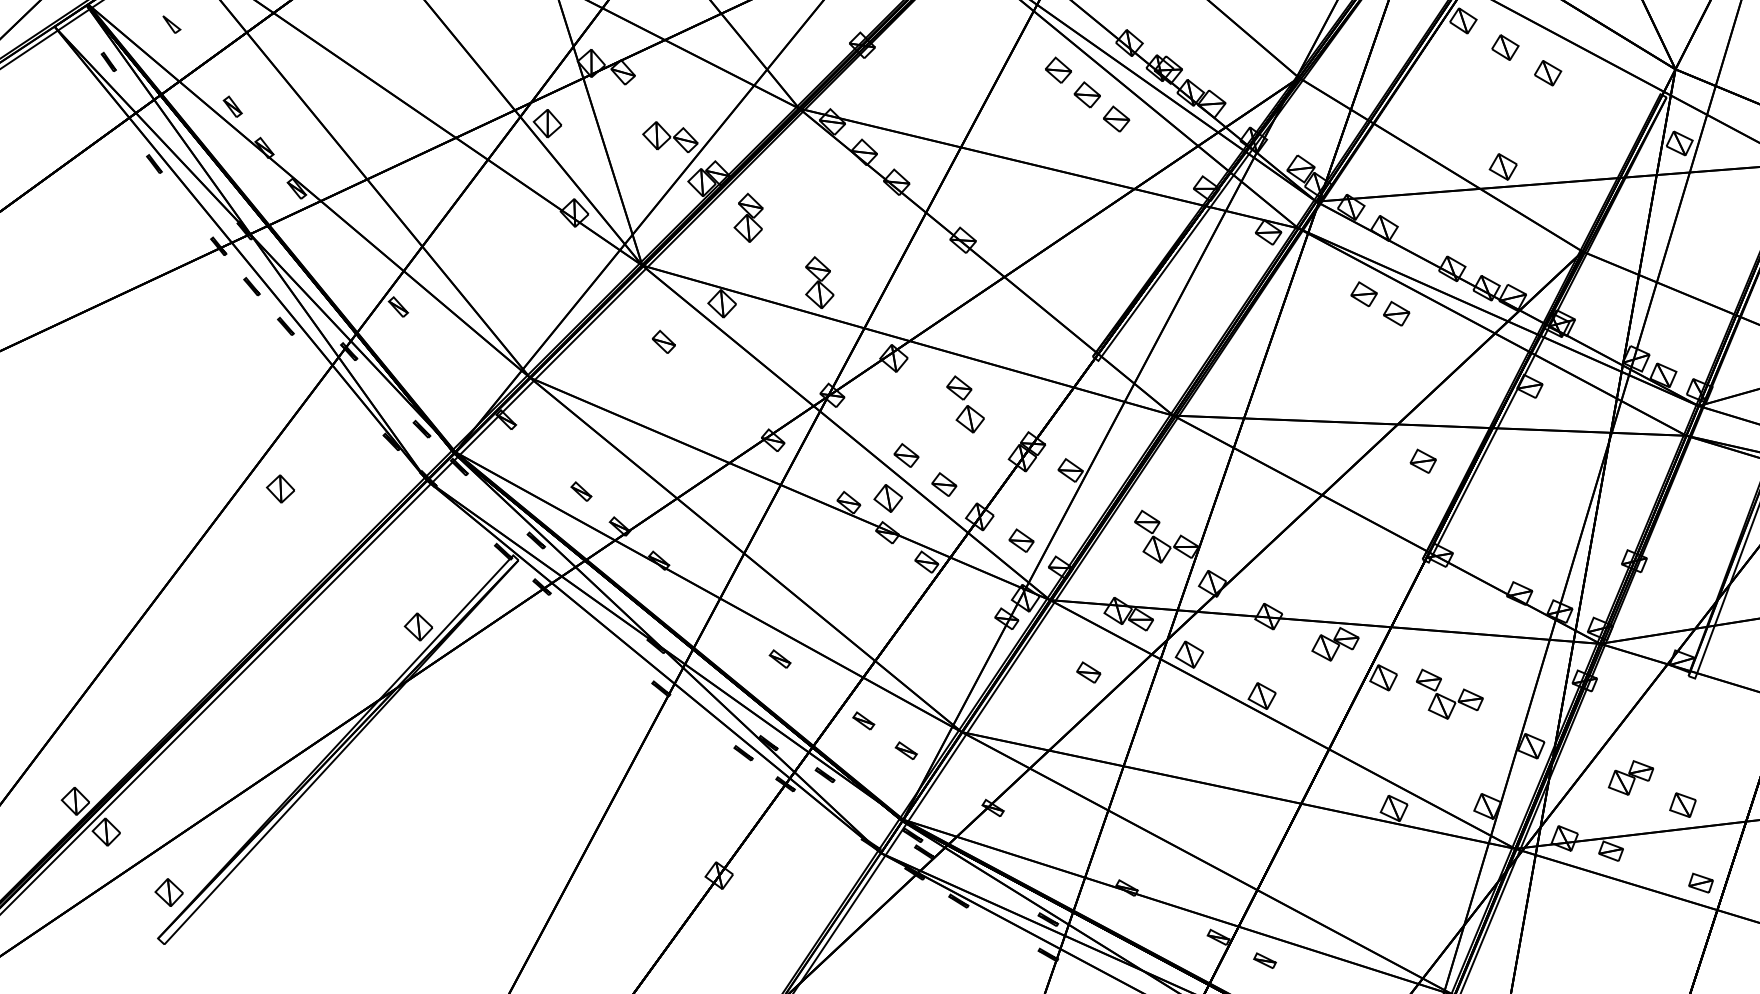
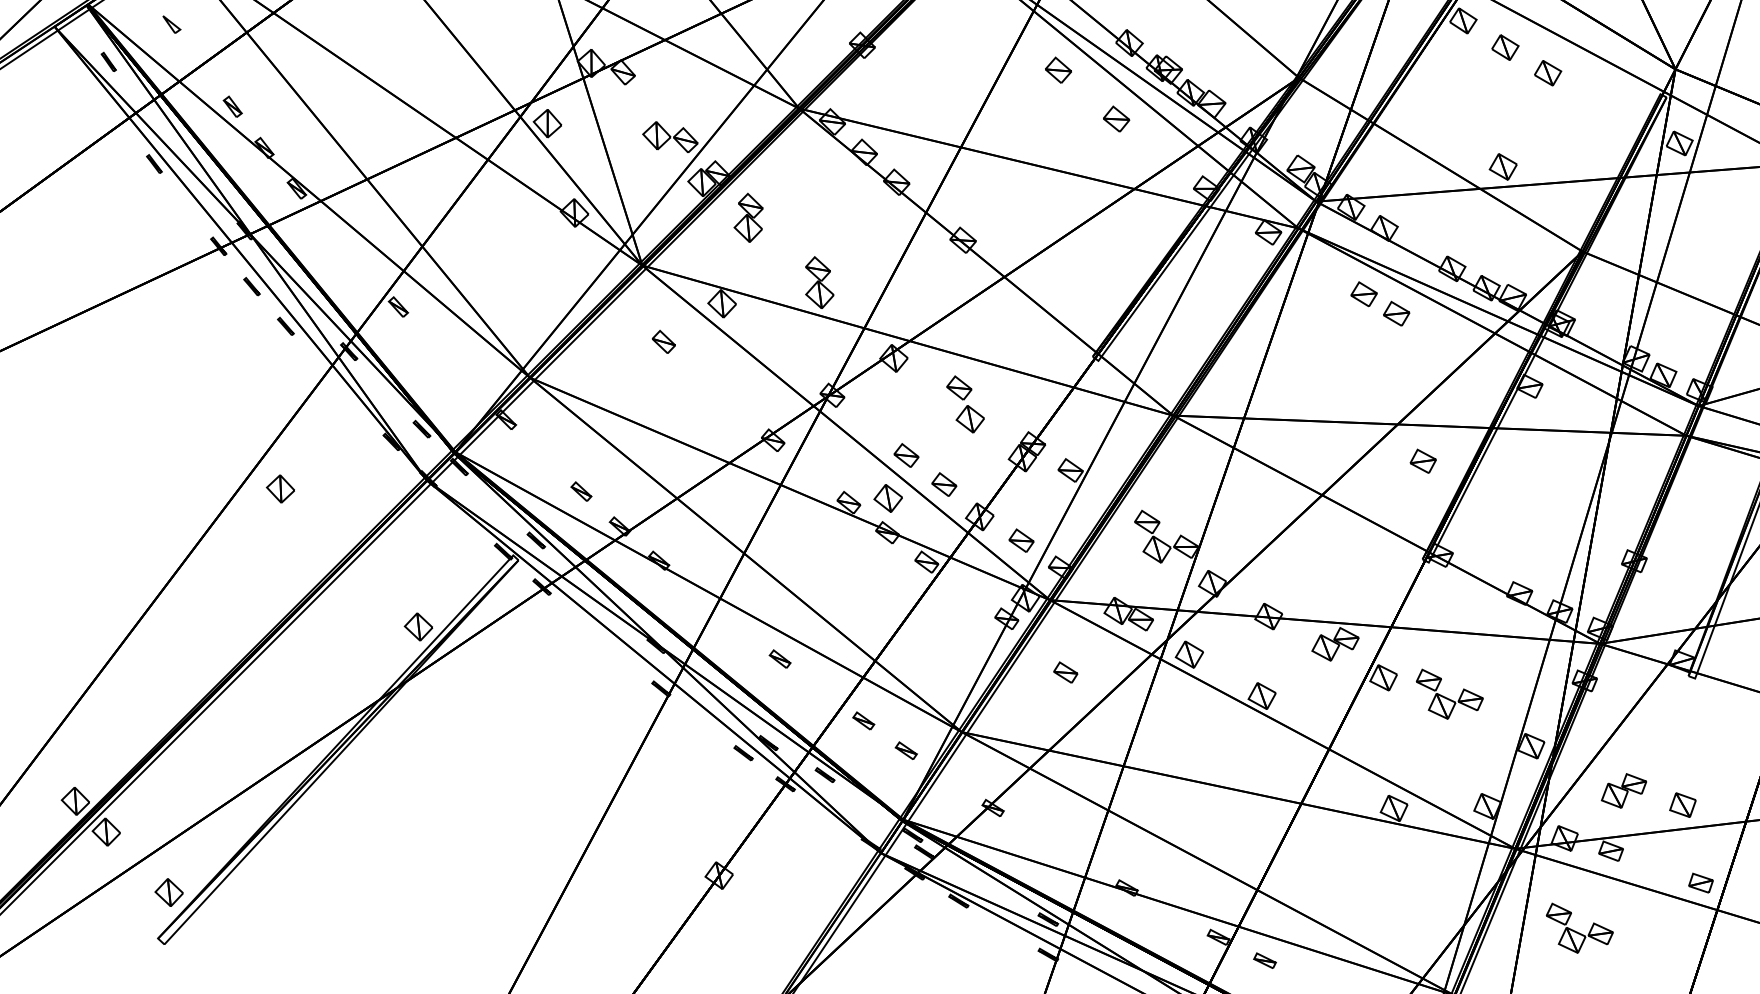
part at (1086, 94): present -> none
part at (1088, 672) position: (1088, 672) -> (1065, 672)
part at (1630, 777) position: (1630, 777) -> (1623, 790)
part at (1579, 927): none -> present
